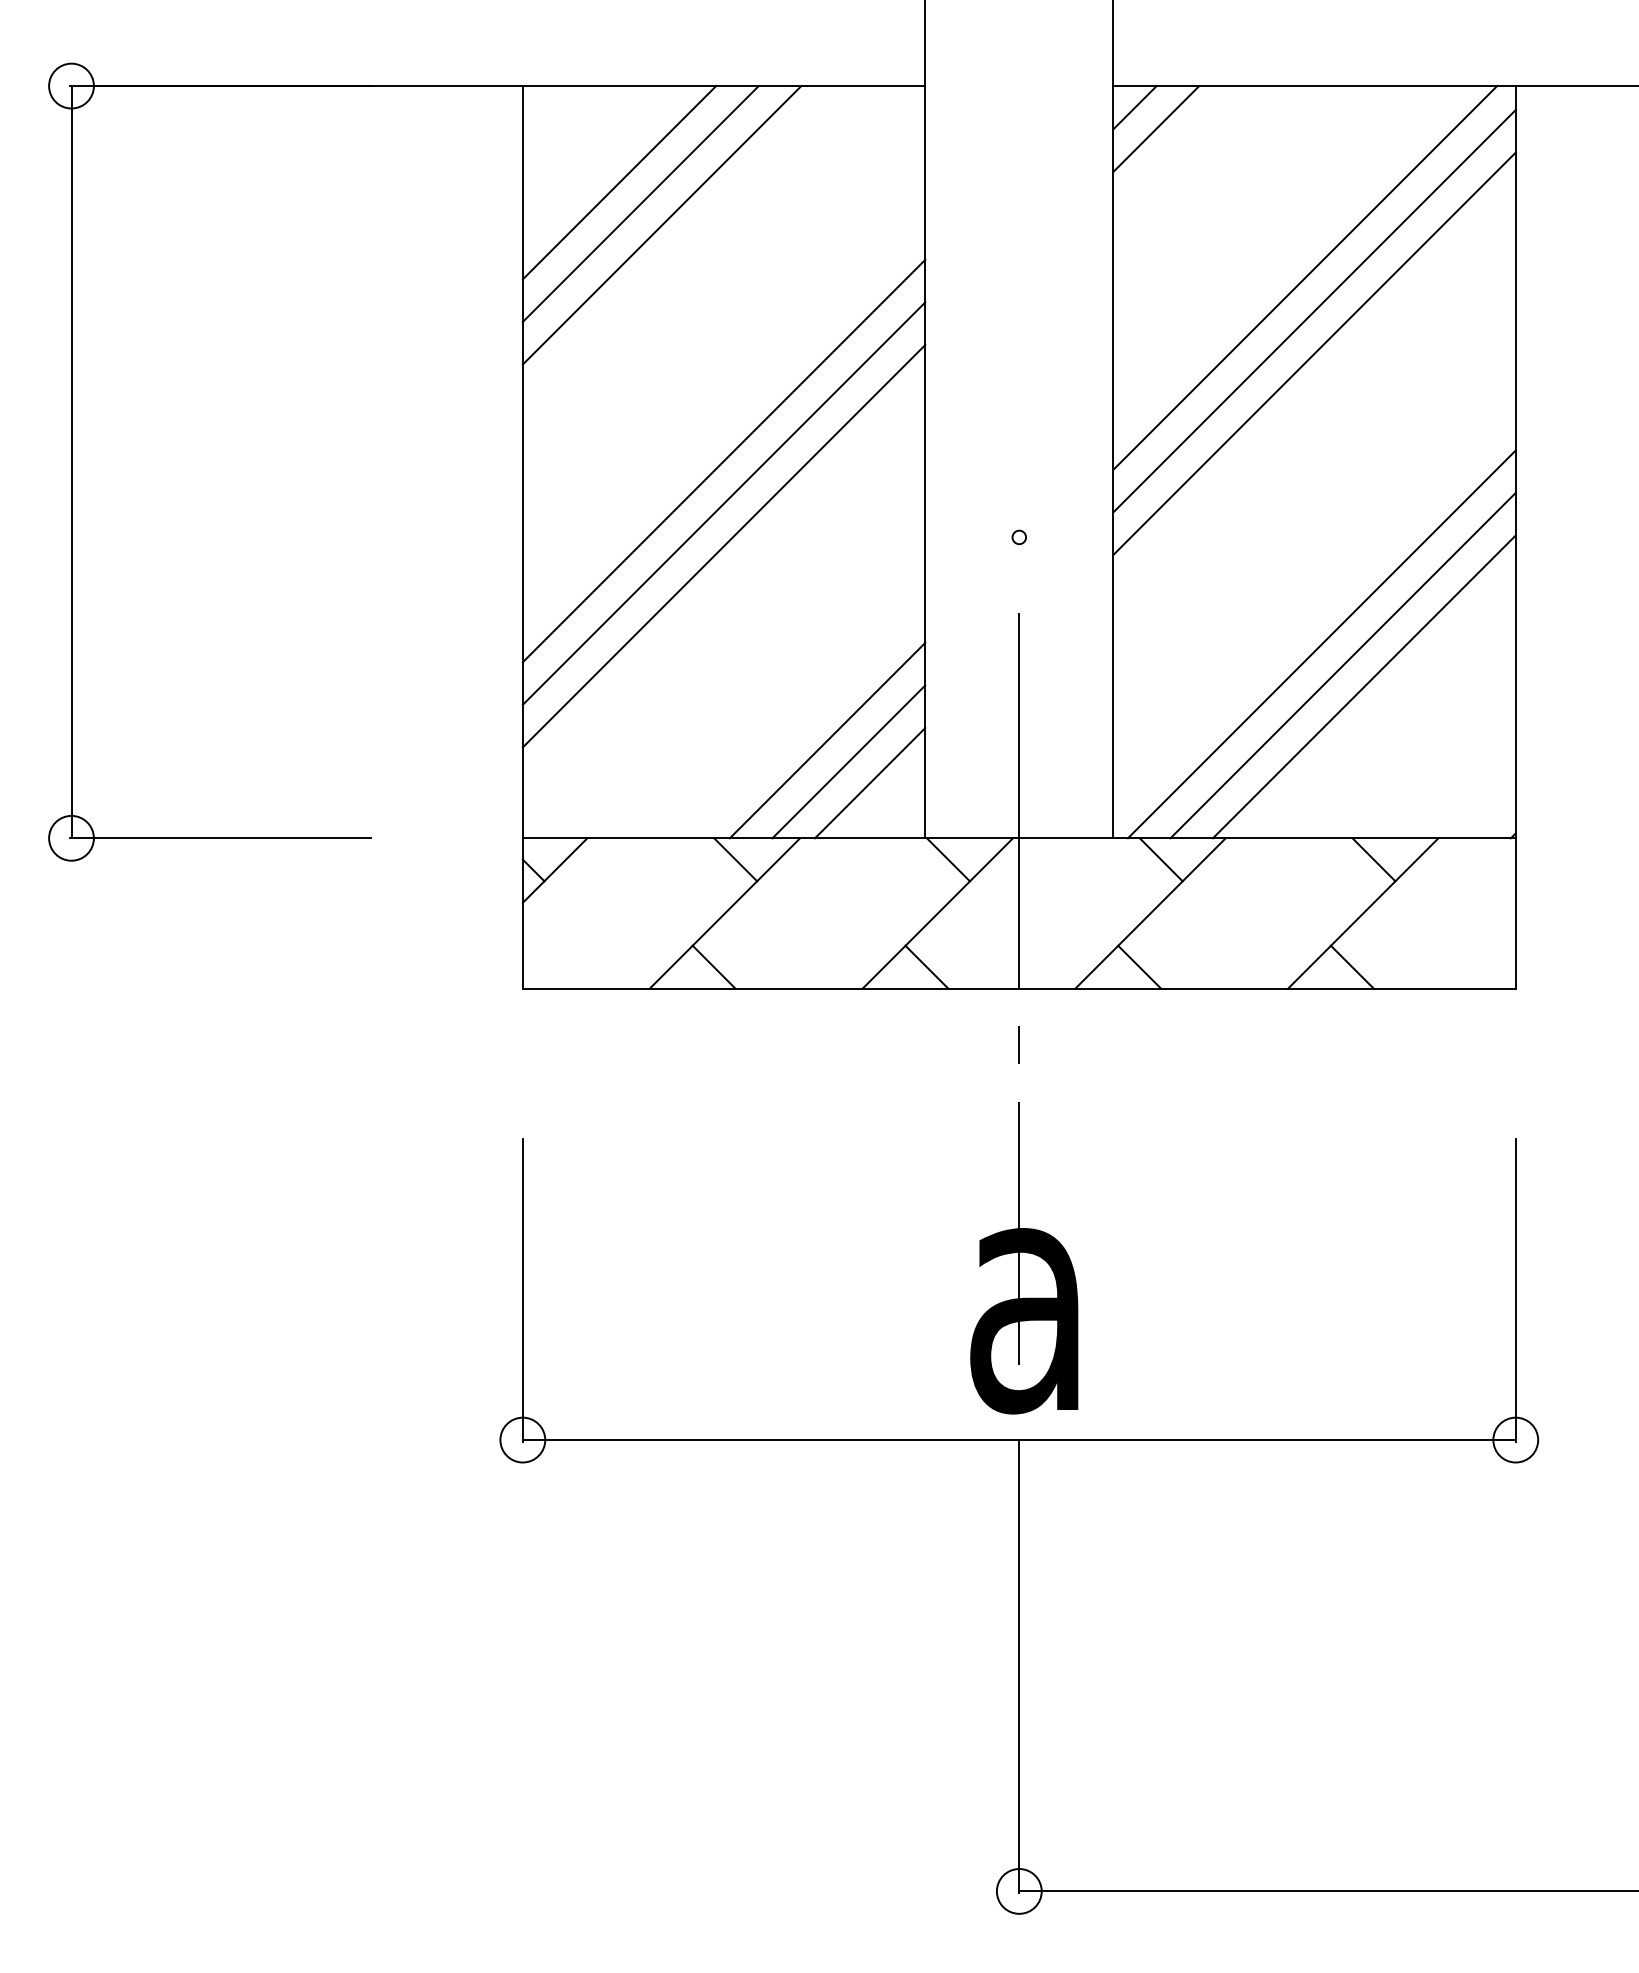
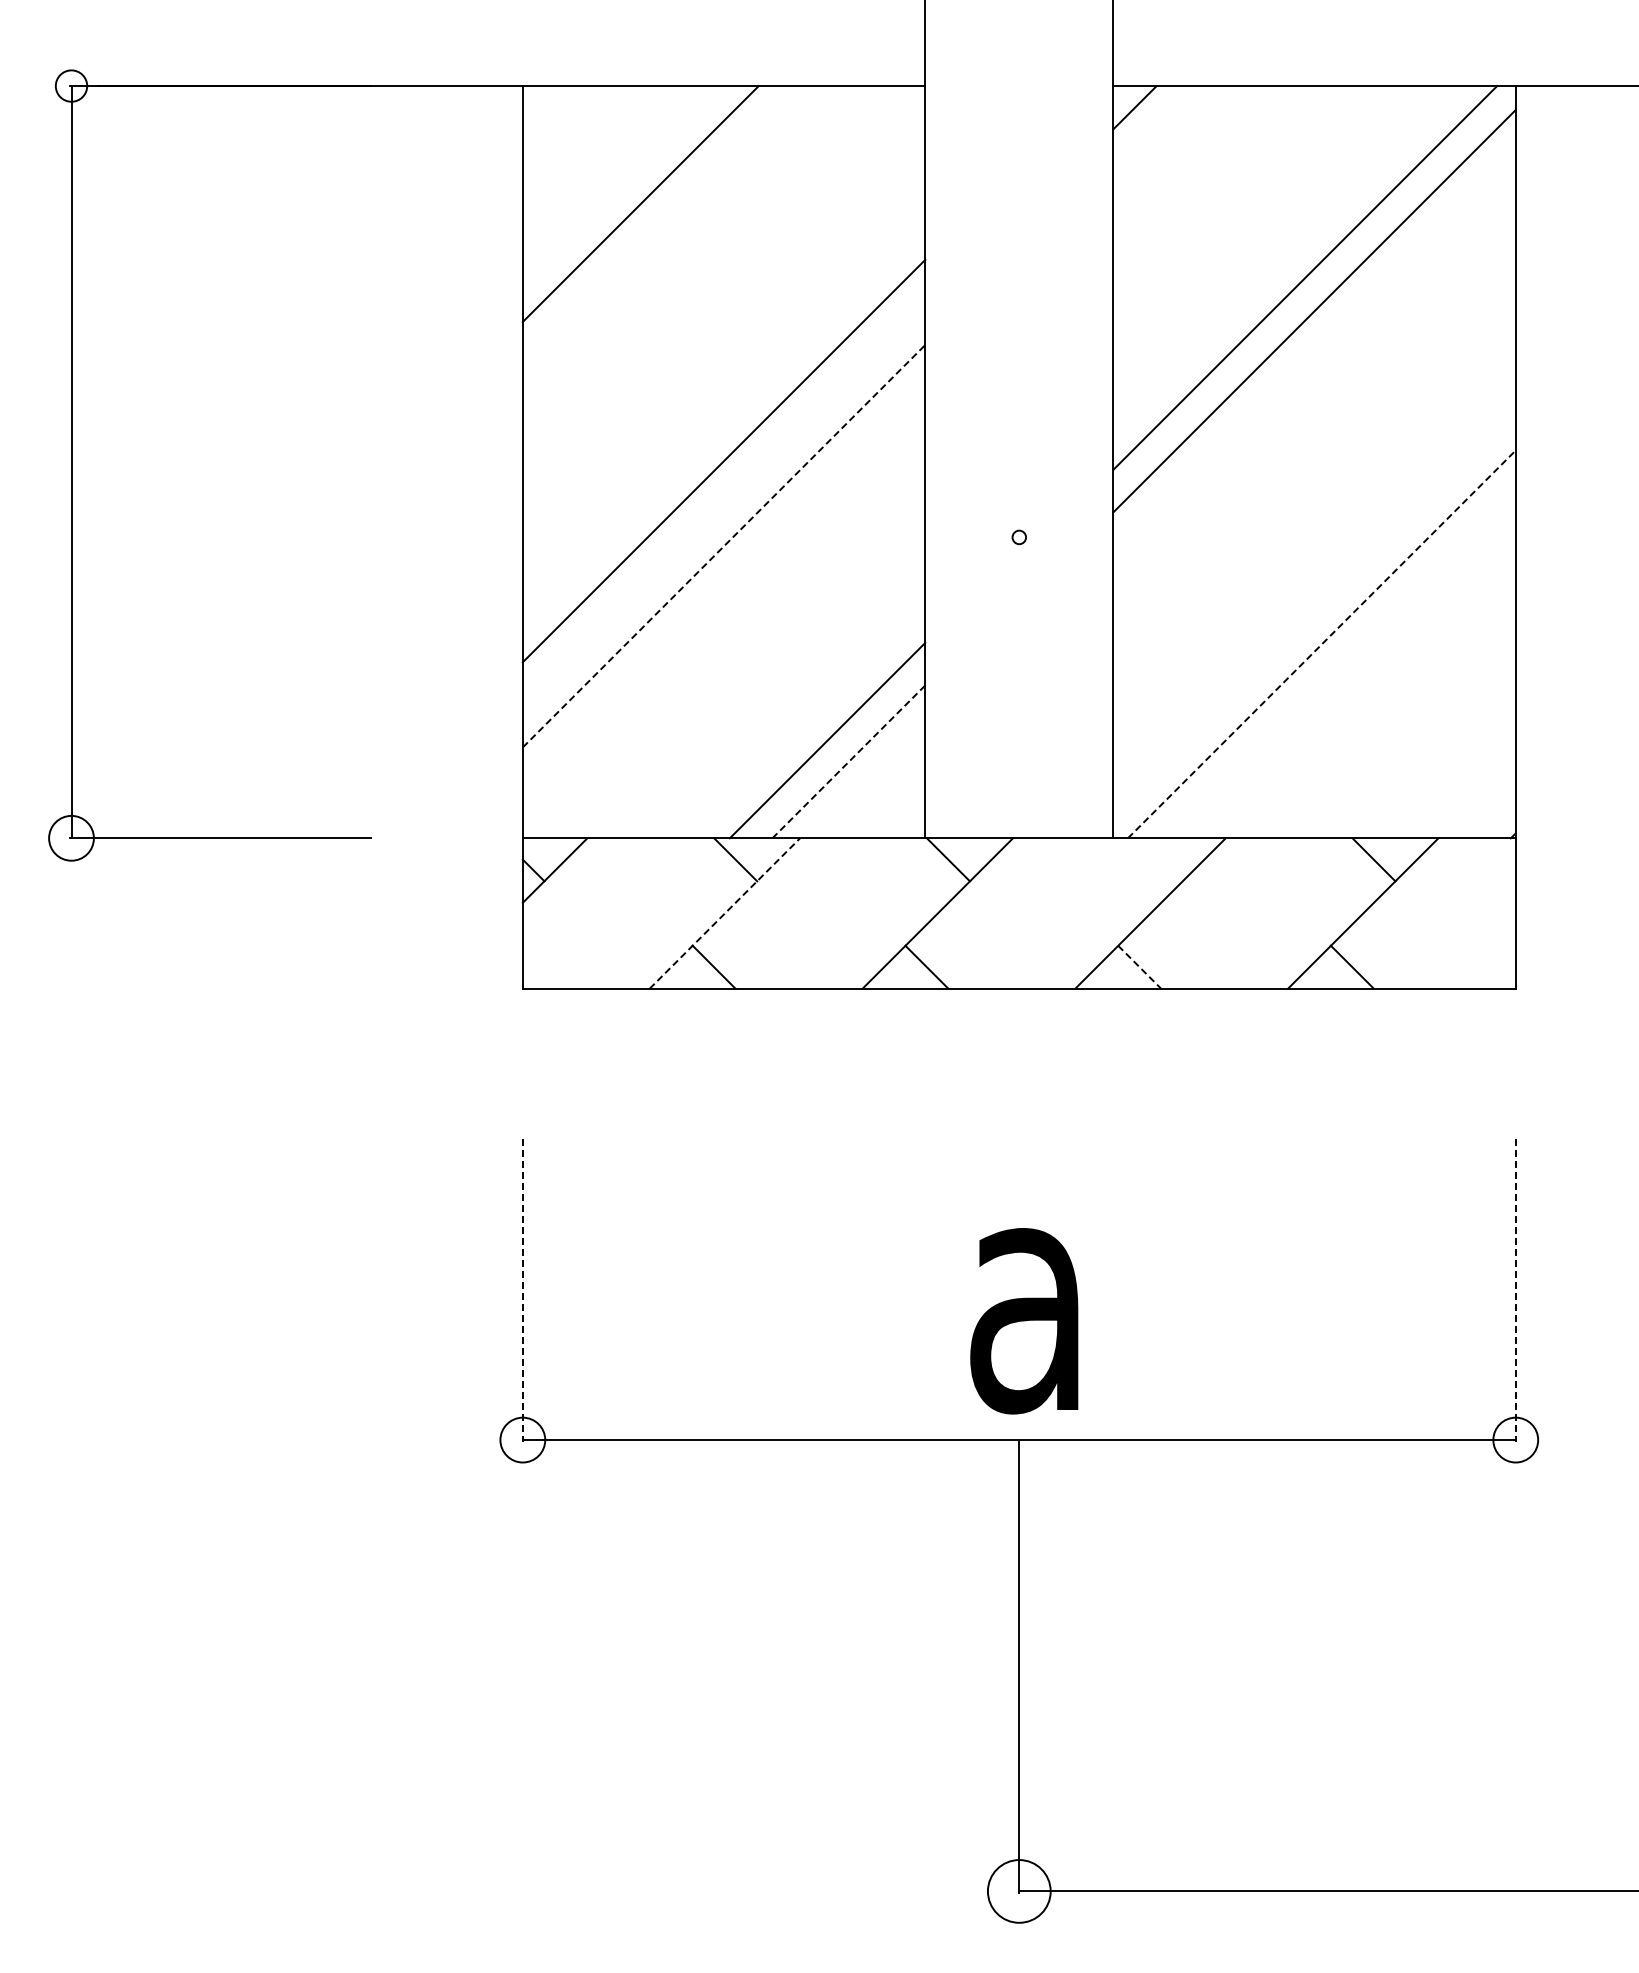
circle at (71, 85) diameter: 45 px -> 31 px
line at (1156, 129): present -> none
line at (619, 182): present -> none
line at (661, 225): present -> none
line at (1314, 353): present -> none
line at (723, 503): present -> none
line at (724, 546): solid -> dashed
line at (1322, 644): solid -> dashed
line at (1342, 665): present -> none
line at (1363, 686): present -> none
line at (849, 761): solid -> dashed
line at (870, 783): present -> none
line at (1160, 859): present -> none
line at (725, 913): solid -> dashed
line at (1140, 967): solid -> dashed
line at (1019, 988): present -> none
line at (522, 1290): solid -> dashed
line at (1515, 1290): solid -> dashed
circle at (1018, 1891) diameter: 45 px -> 63 px
